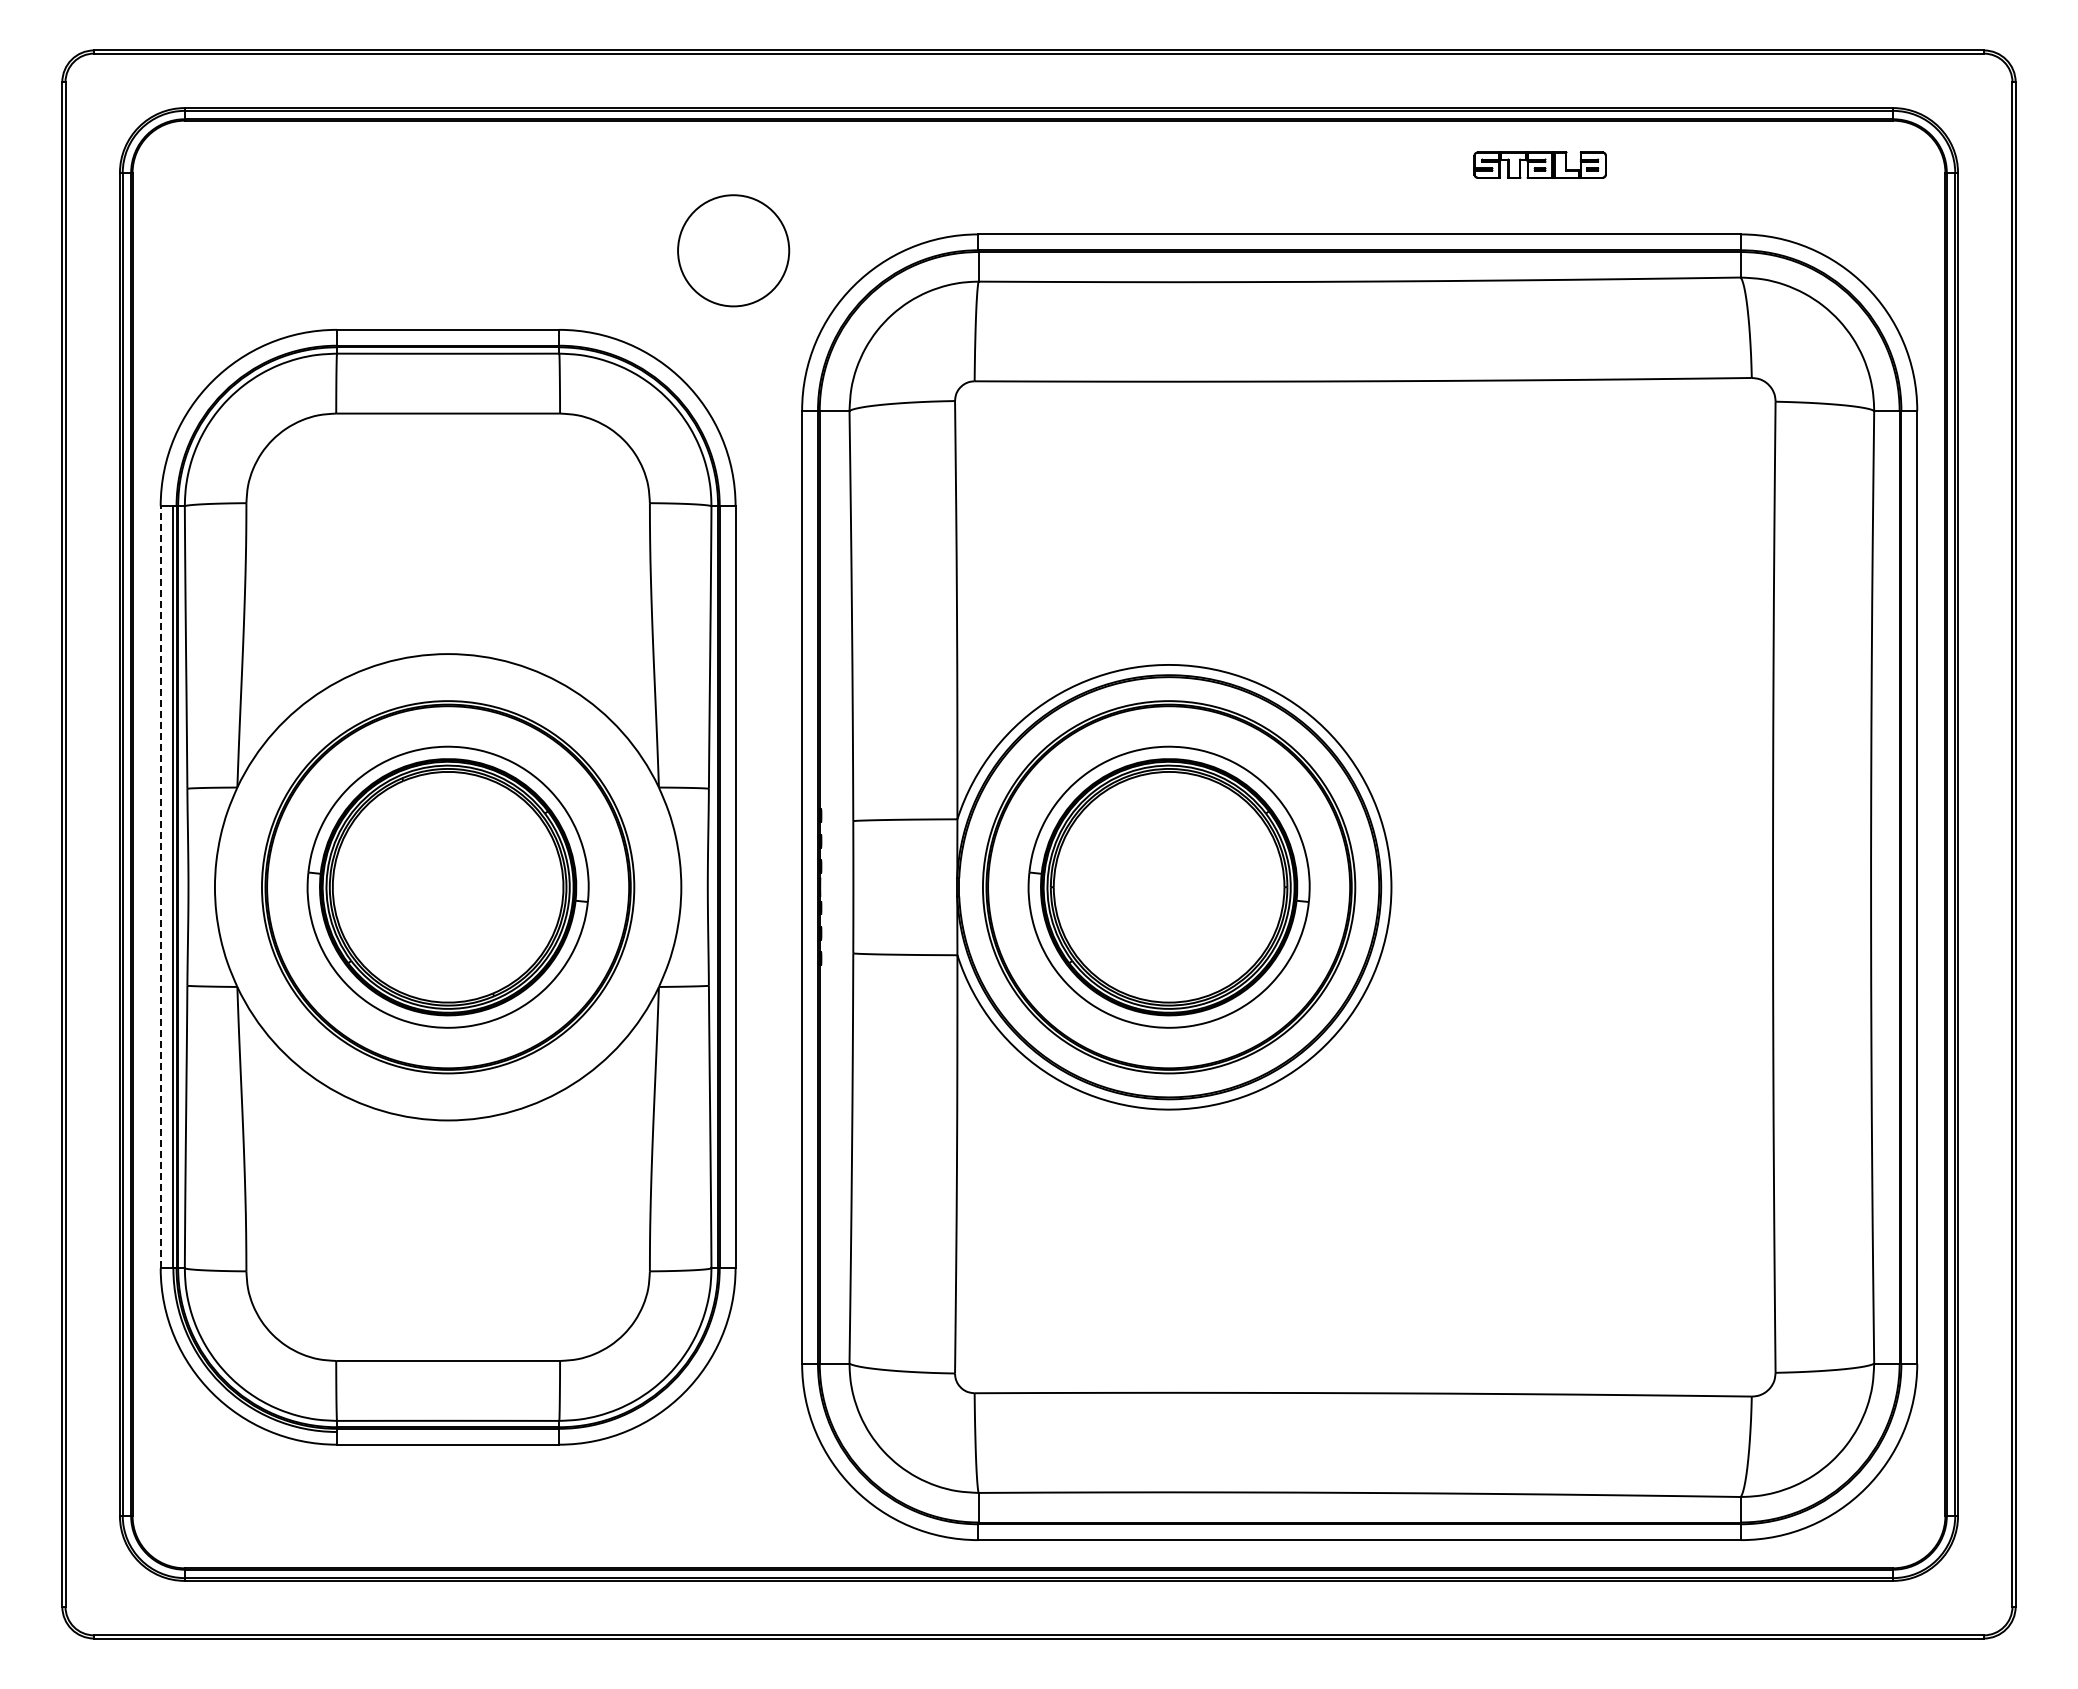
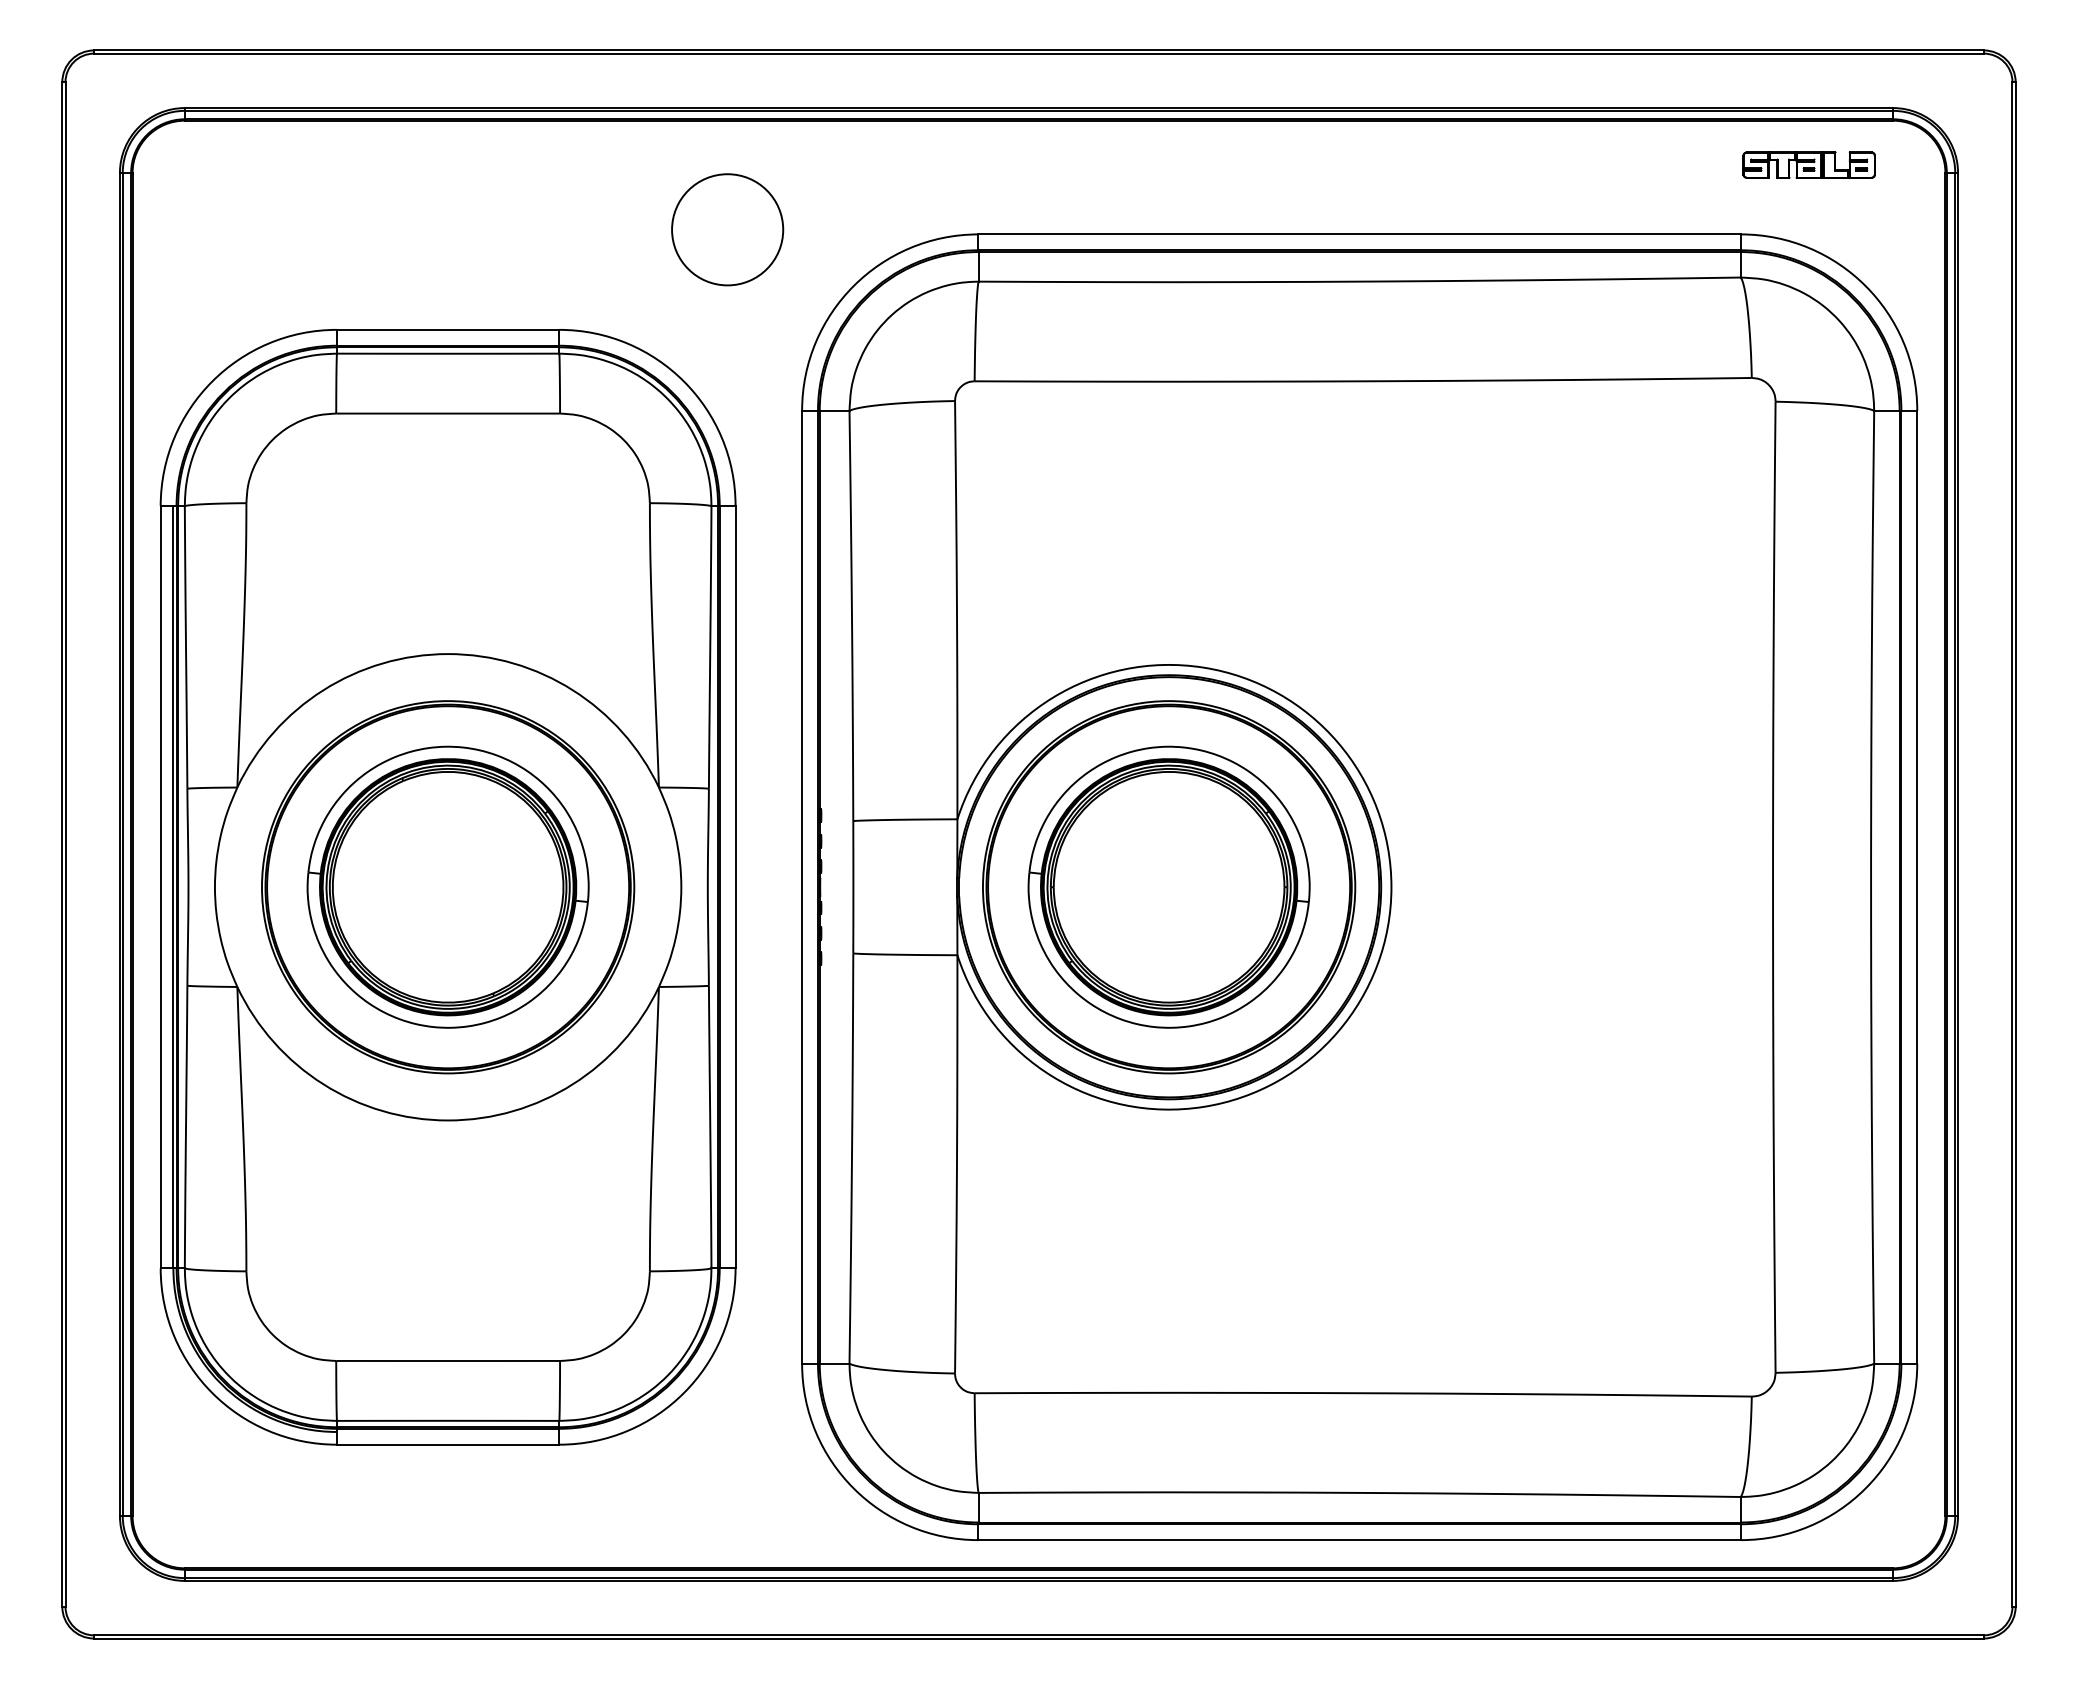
part at (1539, 164) position: (1539, 164) -> (1808, 164)
circle at (733, 250) position: (733, 250) -> (727, 229)
line at (160, 886): dashed -> solid
